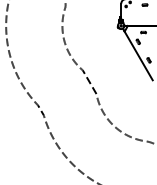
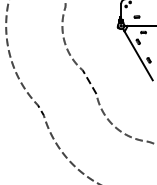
part at (144, 4) position: (144, 4) -> (136, 16)
